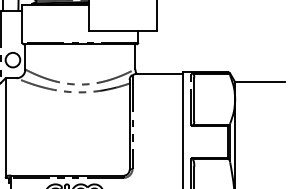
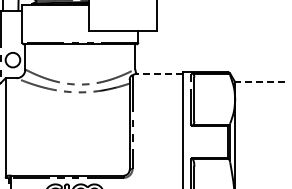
line at (159, 73): solid -> dashed
line at (260, 82): solid -> dashed
